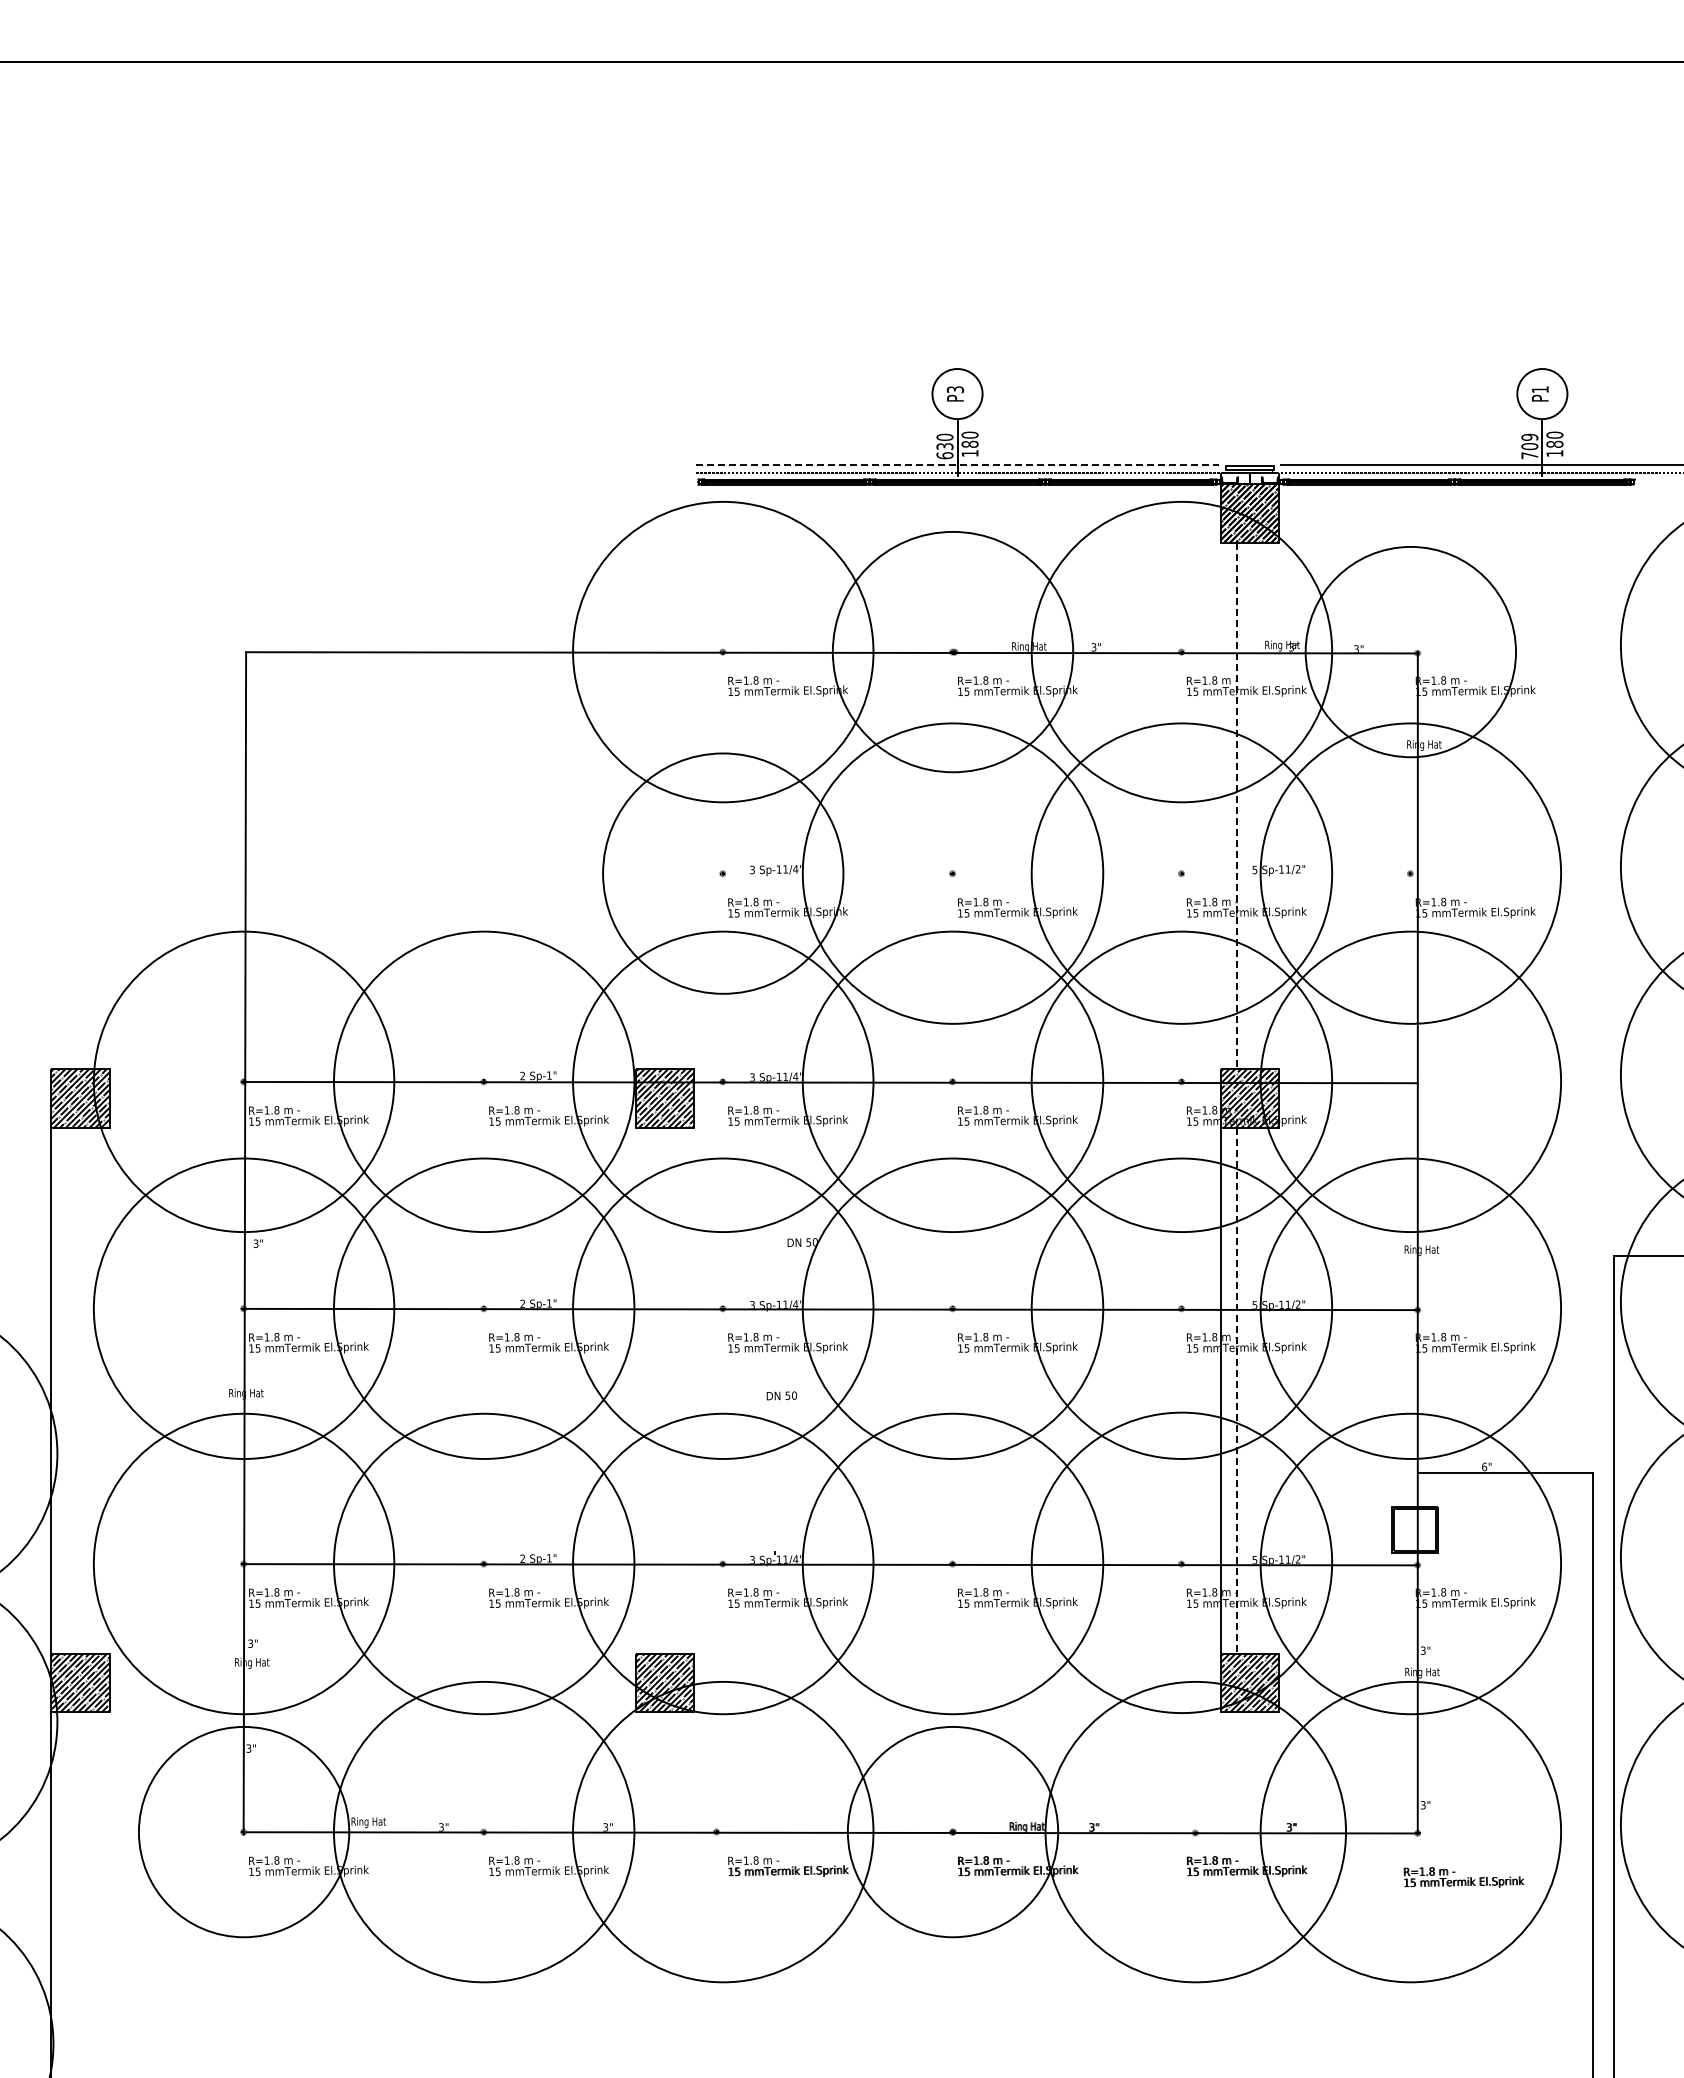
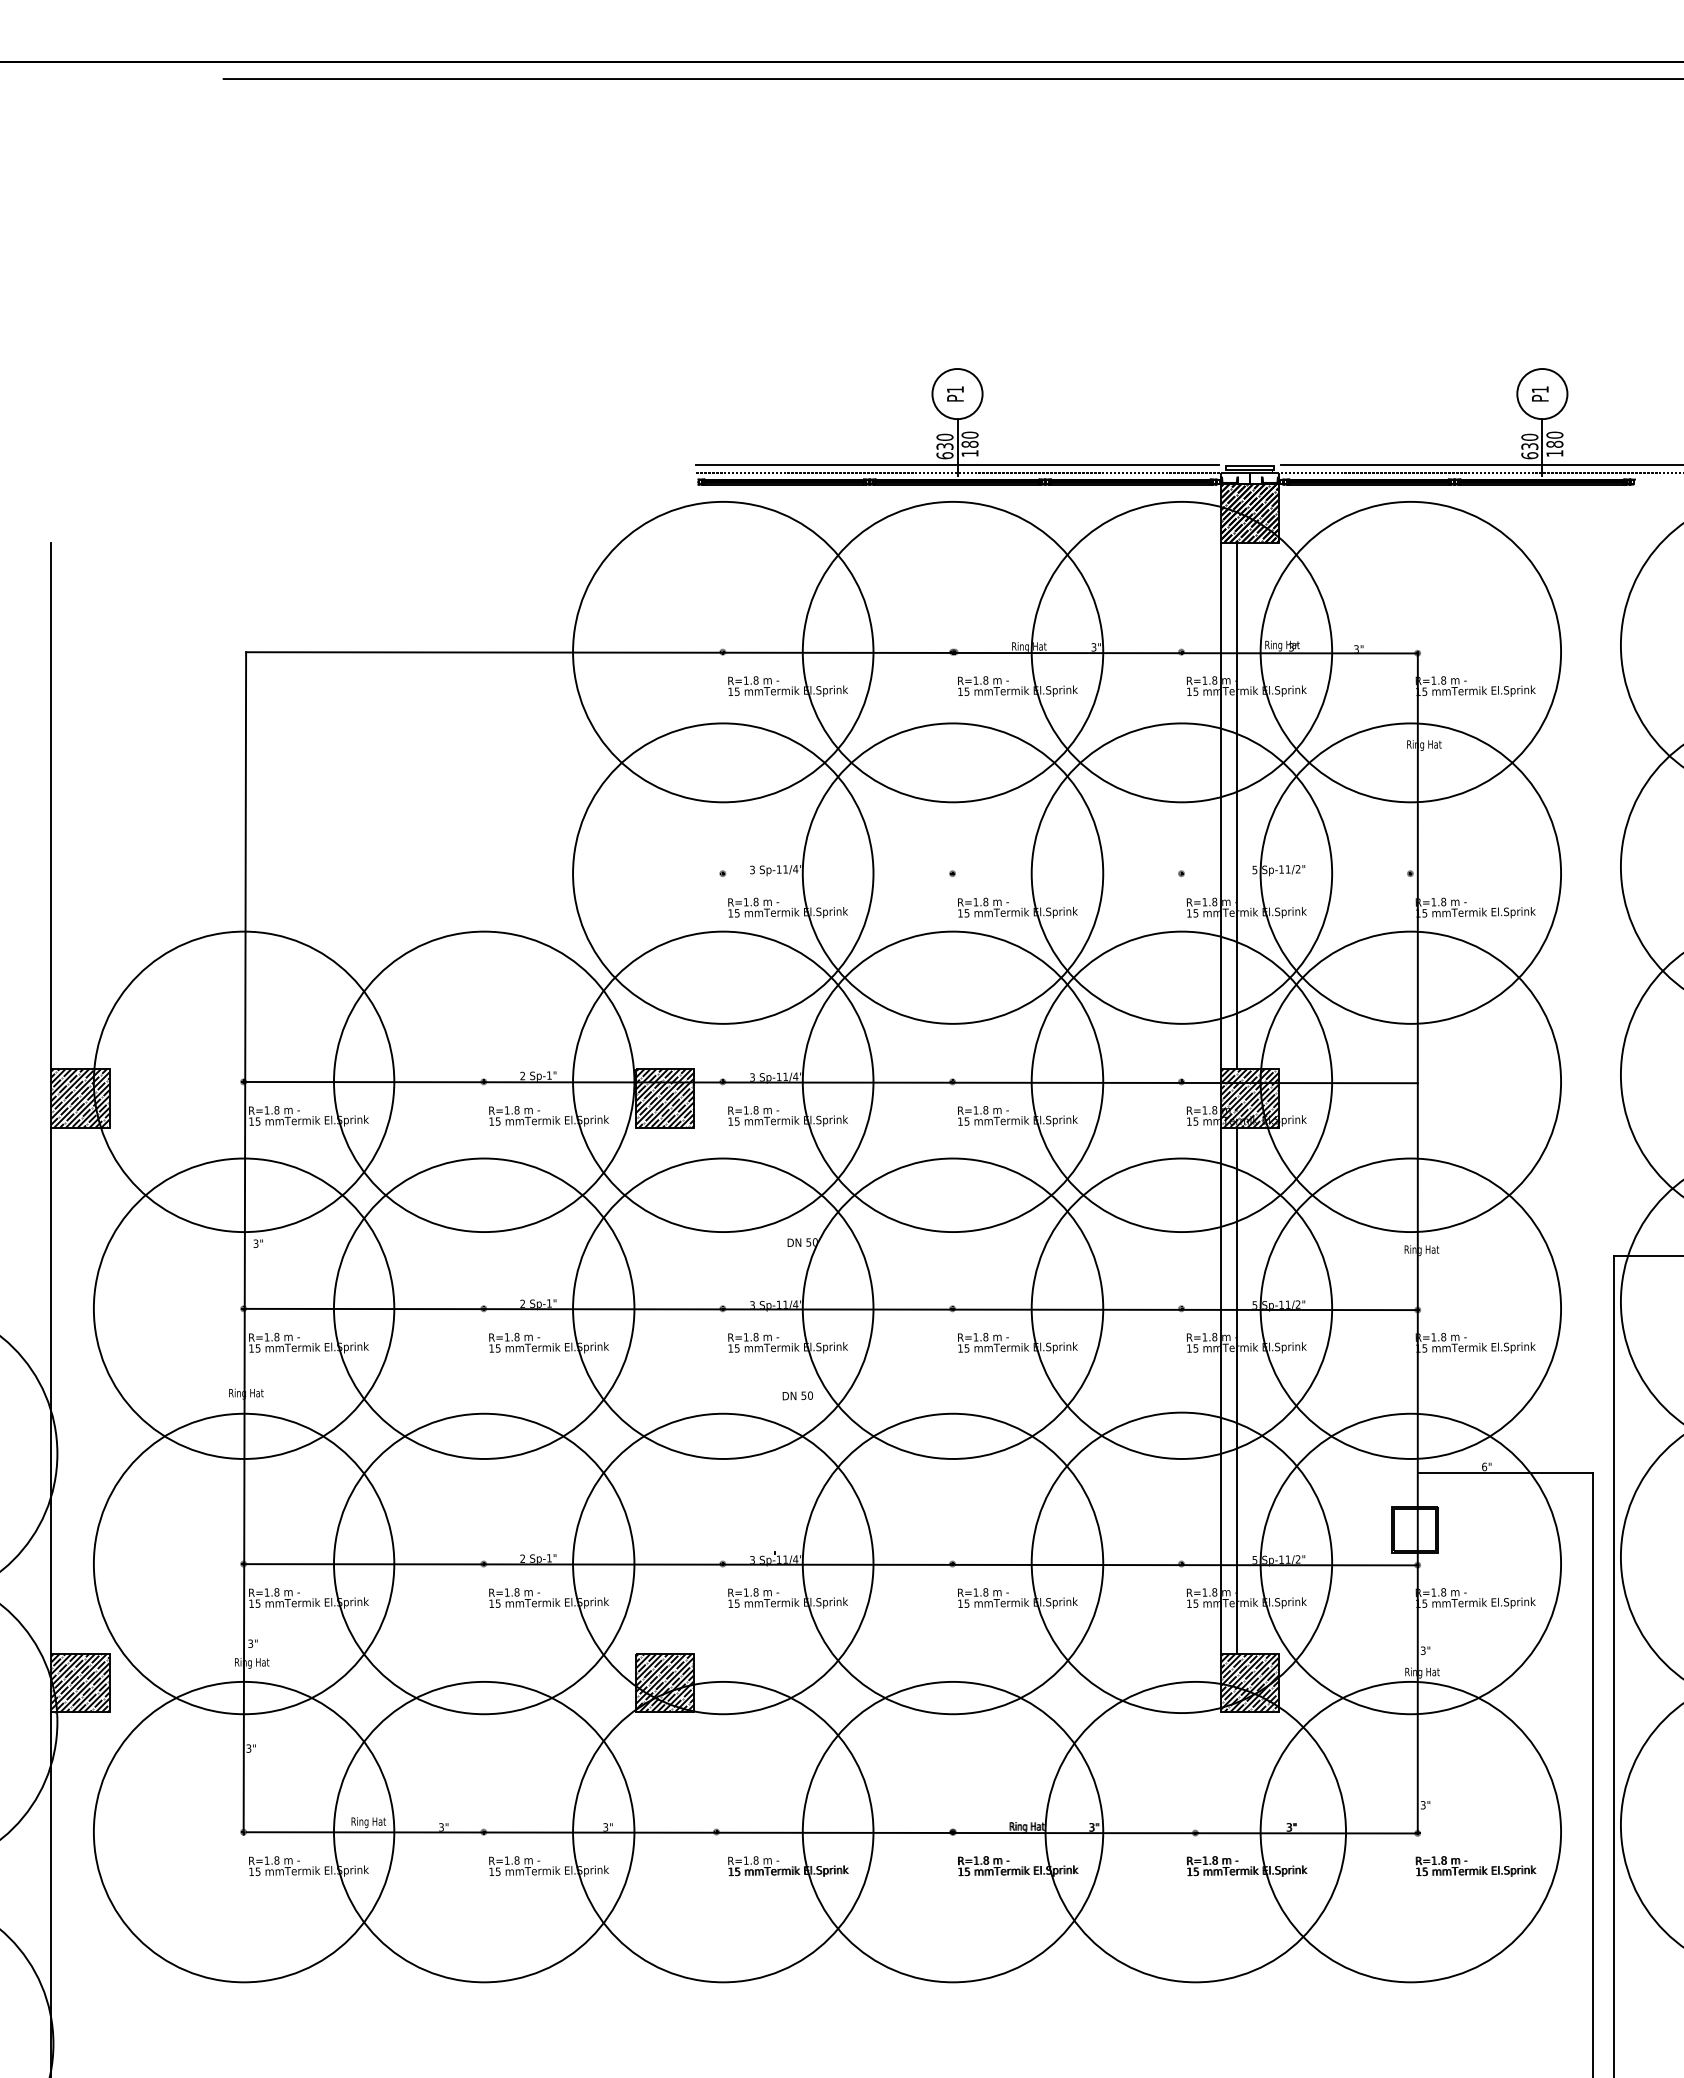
line at (951, 79): none -> present
text at (955, 389): P3 -> P1
text at (1529, 446): 709 -> 630
line at (958, 464): dashed -> solid
circle at (952, 651) diameter: 240 px -> 300 px
circle at (1410, 651) diameter: 210 px -> 300 px
line at (51, 805): none -> present
line at (1220, 805): none -> present
line at (1237, 806): dashed -> solid
circle at (723, 873) diameter: 240 px -> 300 px
line at (1237, 1391): dashed -> solid
text at (781, 1395) position: (781, 1395) -> (797, 1395)
circle at (243, 1831) diameter: 210 px -> 300 px
circle at (952, 1831) diameter: 210 px -> 300 px
text at (1463, 1877) position: (1463, 1877) -> (1475, 1866)
